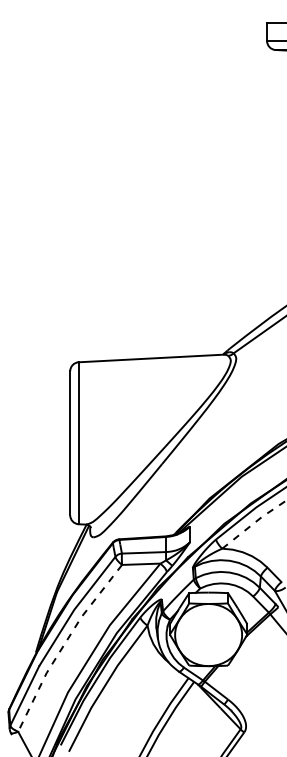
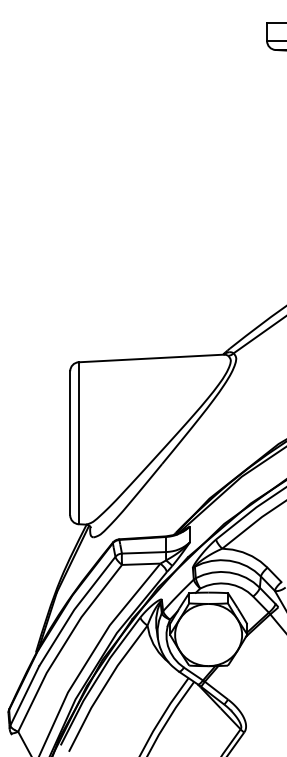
line at (254, 523): dashed -> solid
line at (64, 645): dashed -> solid
